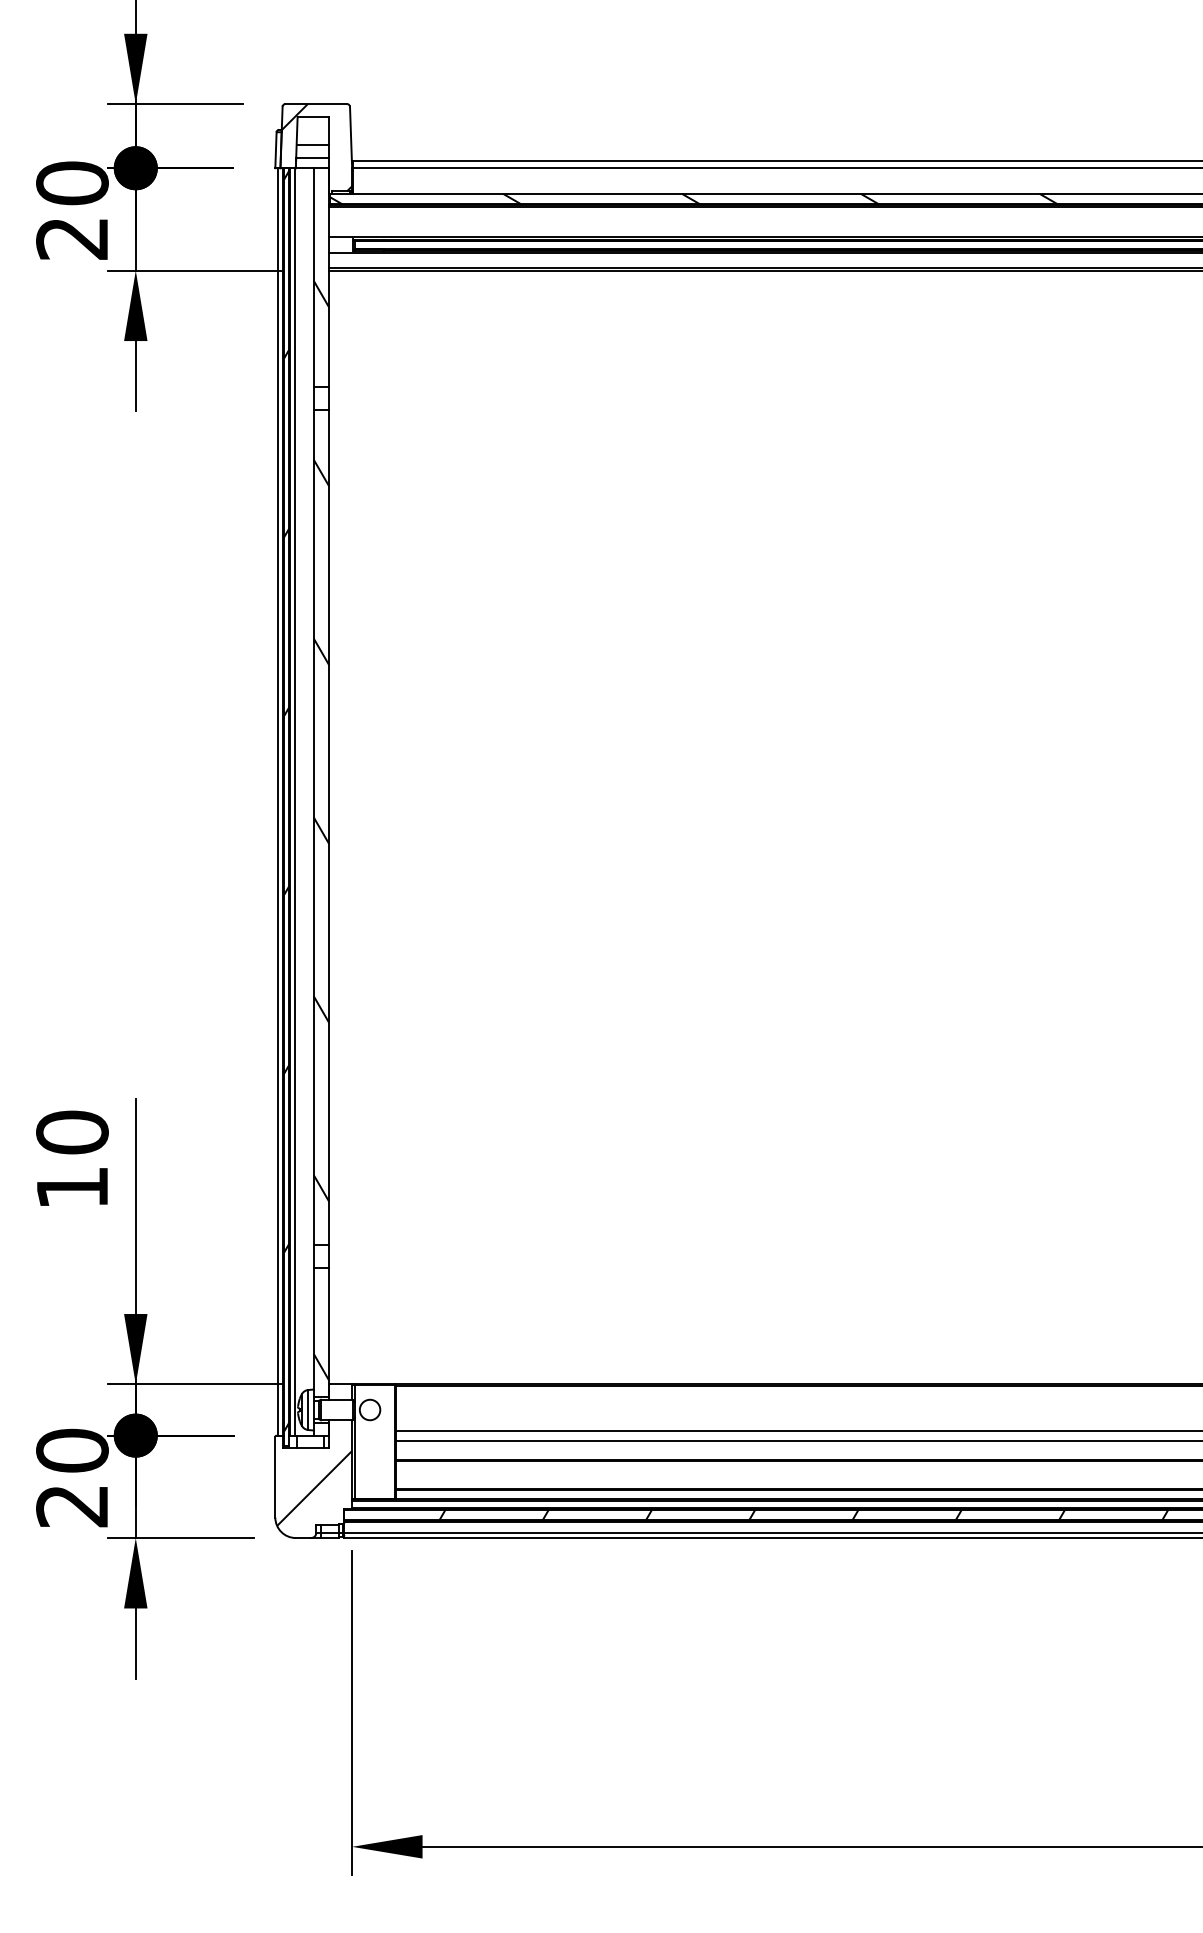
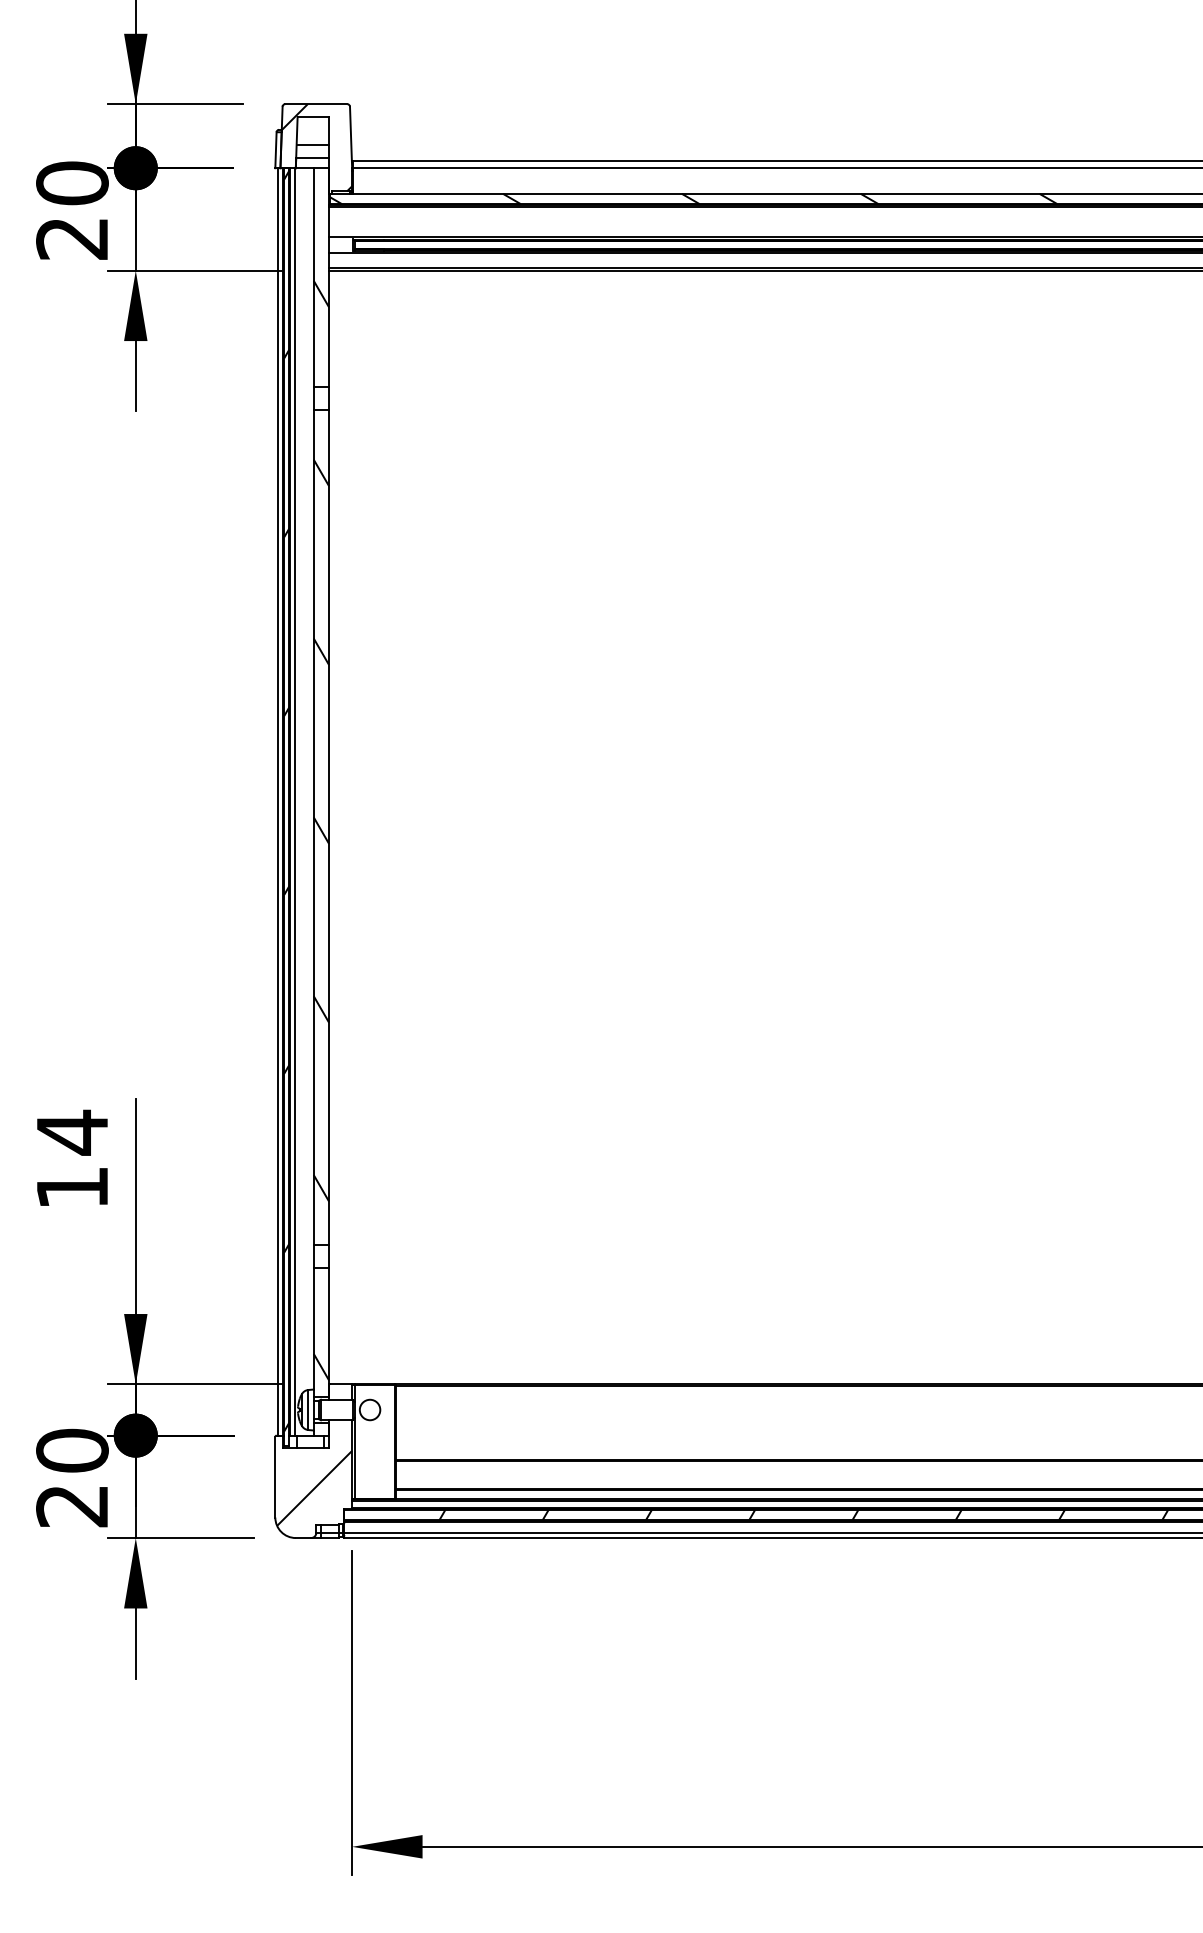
text at (72, 1132): 10 -> 14
line at (797, 1430): present -> none
line at (797, 1440): present -> none
